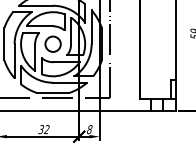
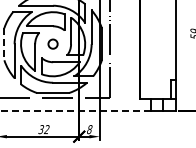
circle at (52, 43) size: 18x18 px -> 12x12 px
line at (4, 44): solid -> dashed
line at (75, 111): solid -> dashed
